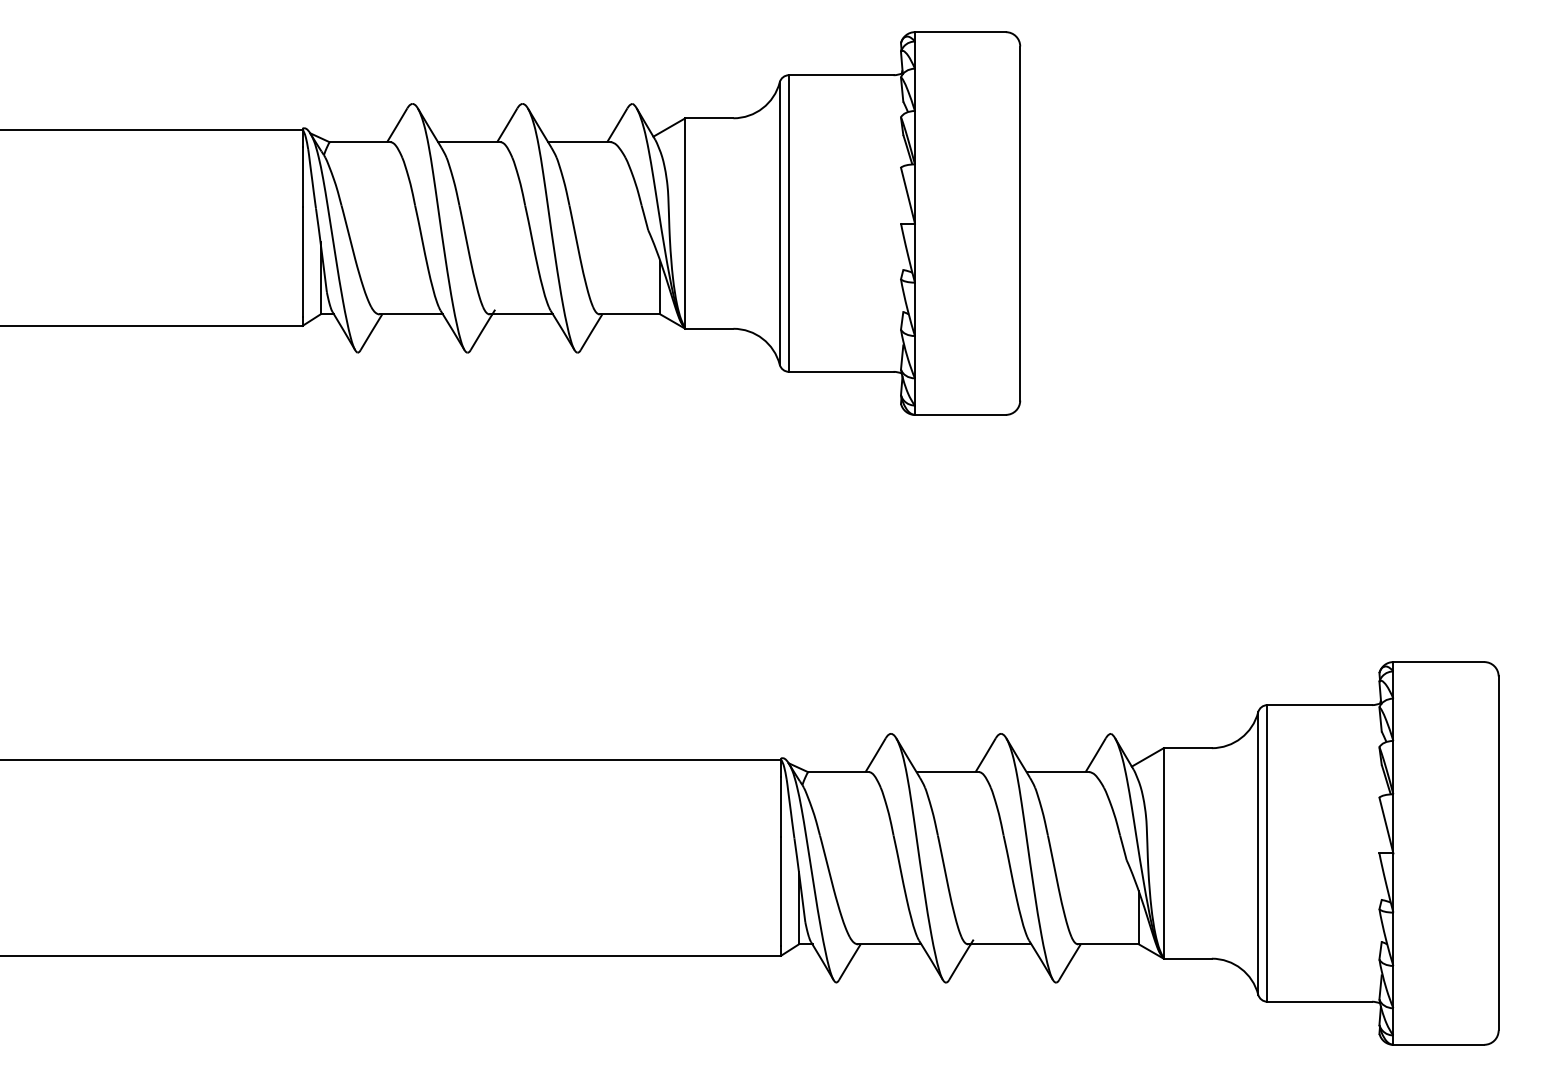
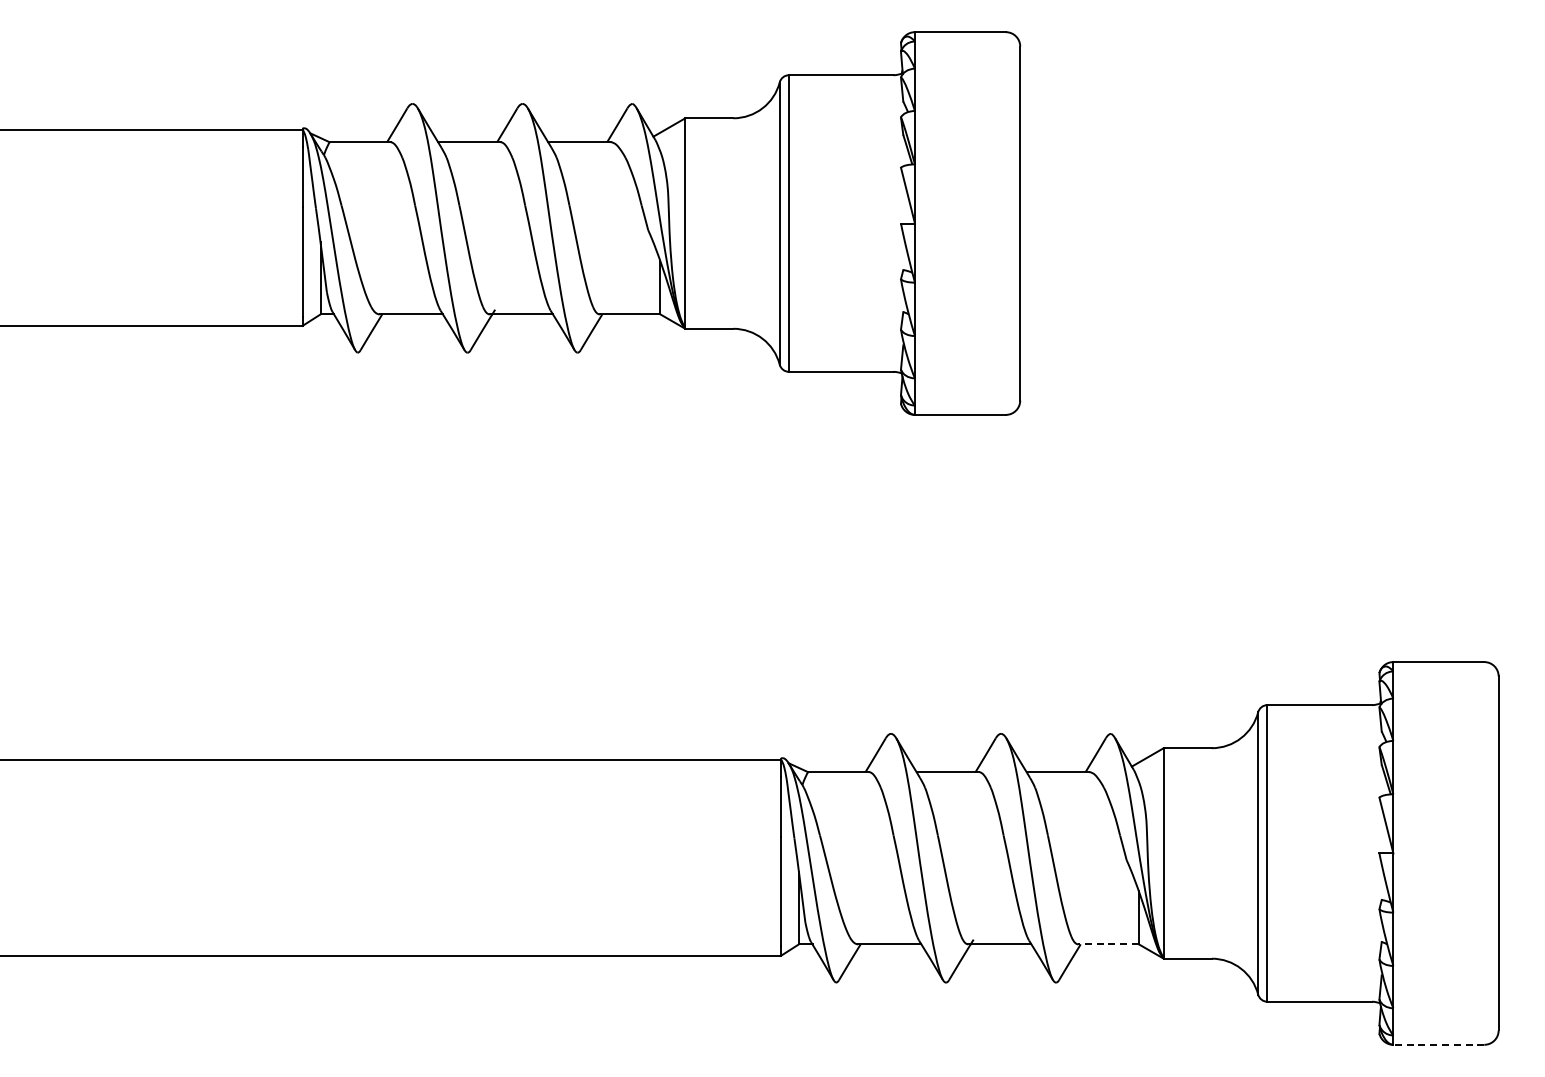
line at (1108, 944): solid -> dashed
line at (1438, 1044): solid -> dashed
